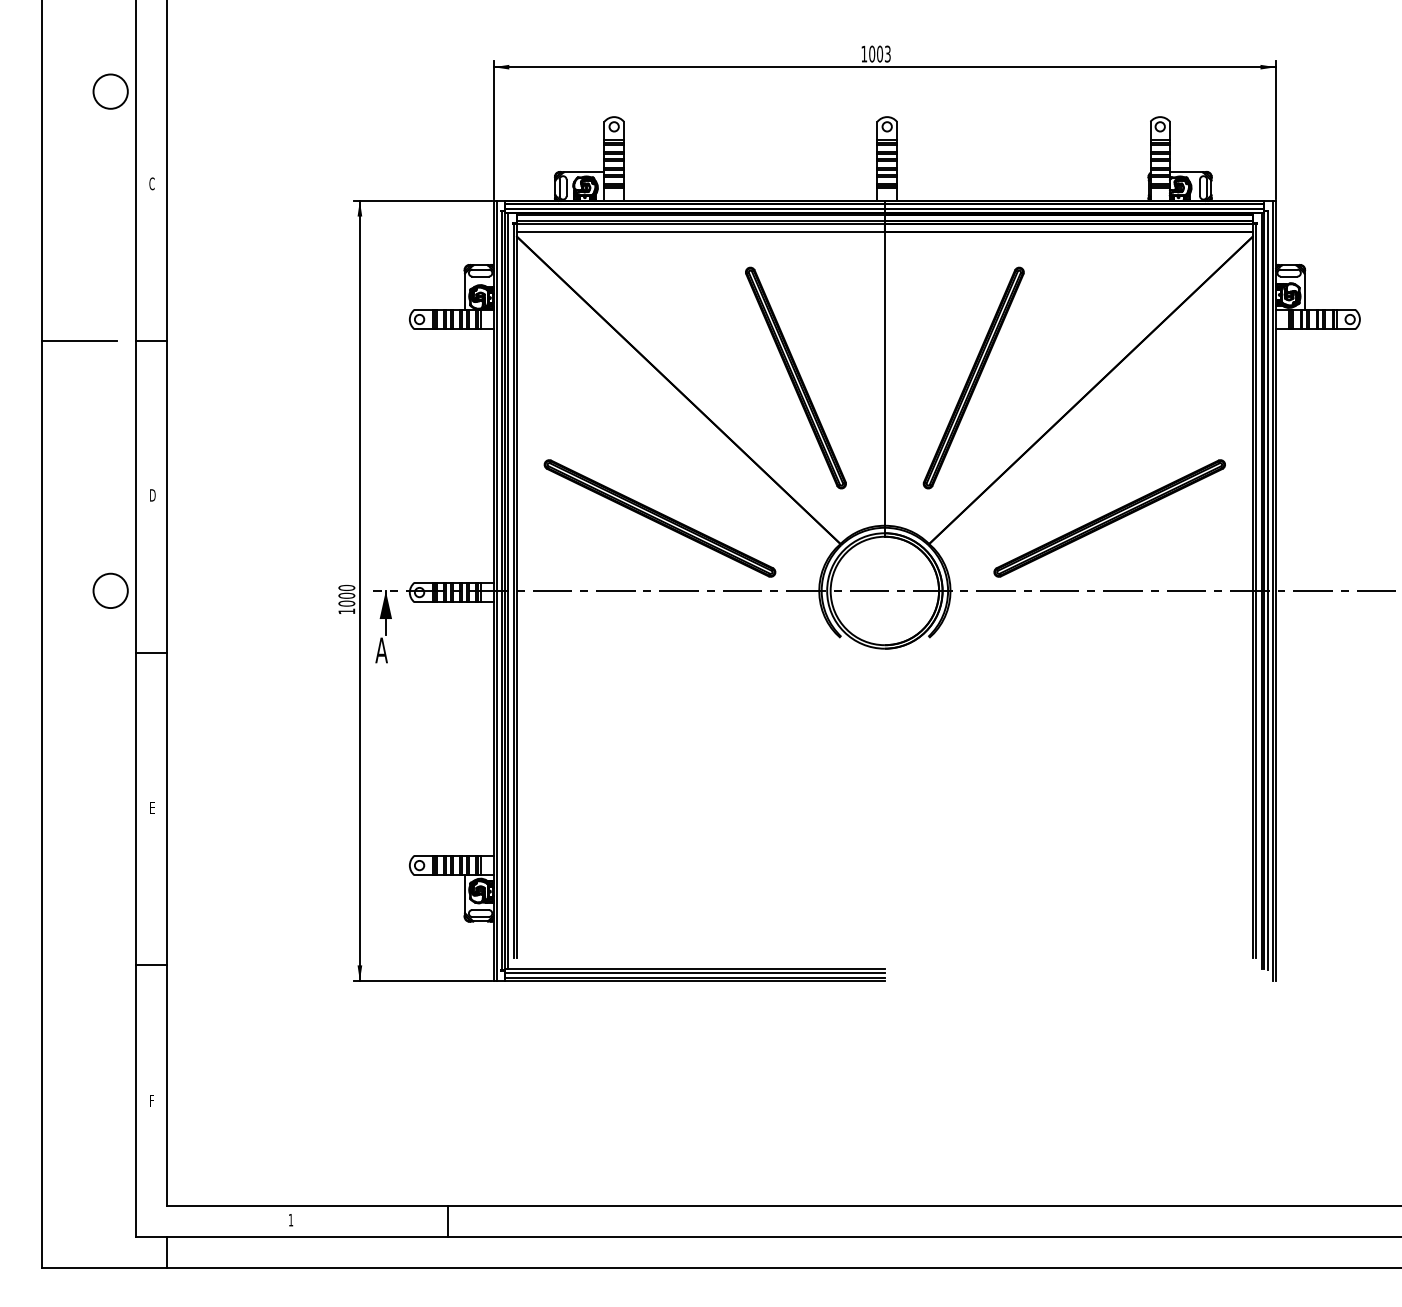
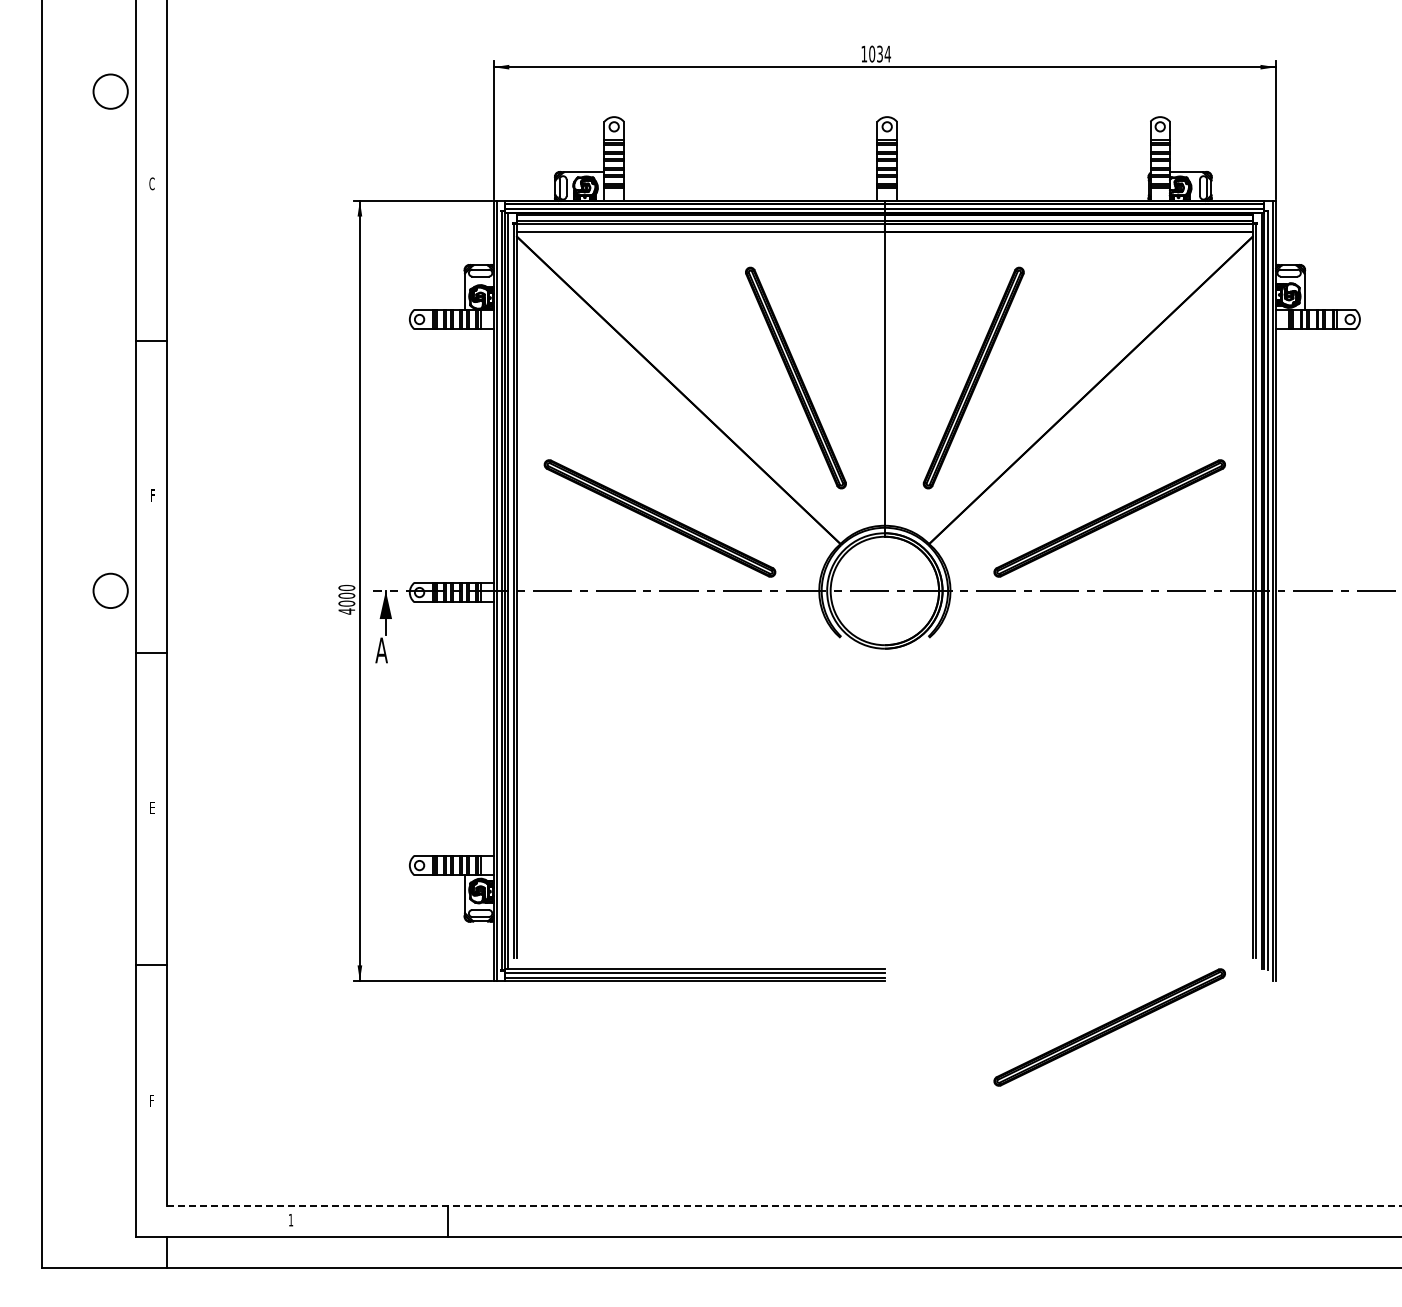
text at (884, 53): 1003 -> 1034
line at (79, 341): present -> none
text at (152, 495): D -> F
text at (346, 611): 1000 -> 4000
part at (1109, 1027): none -> present
line at (784, 1205): solid -> dashed
